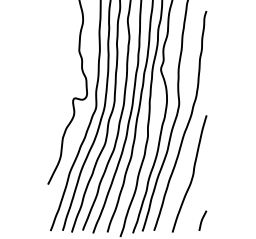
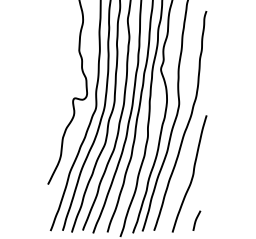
curve at (202, 220) position: (202, 220) -> (196, 220)
